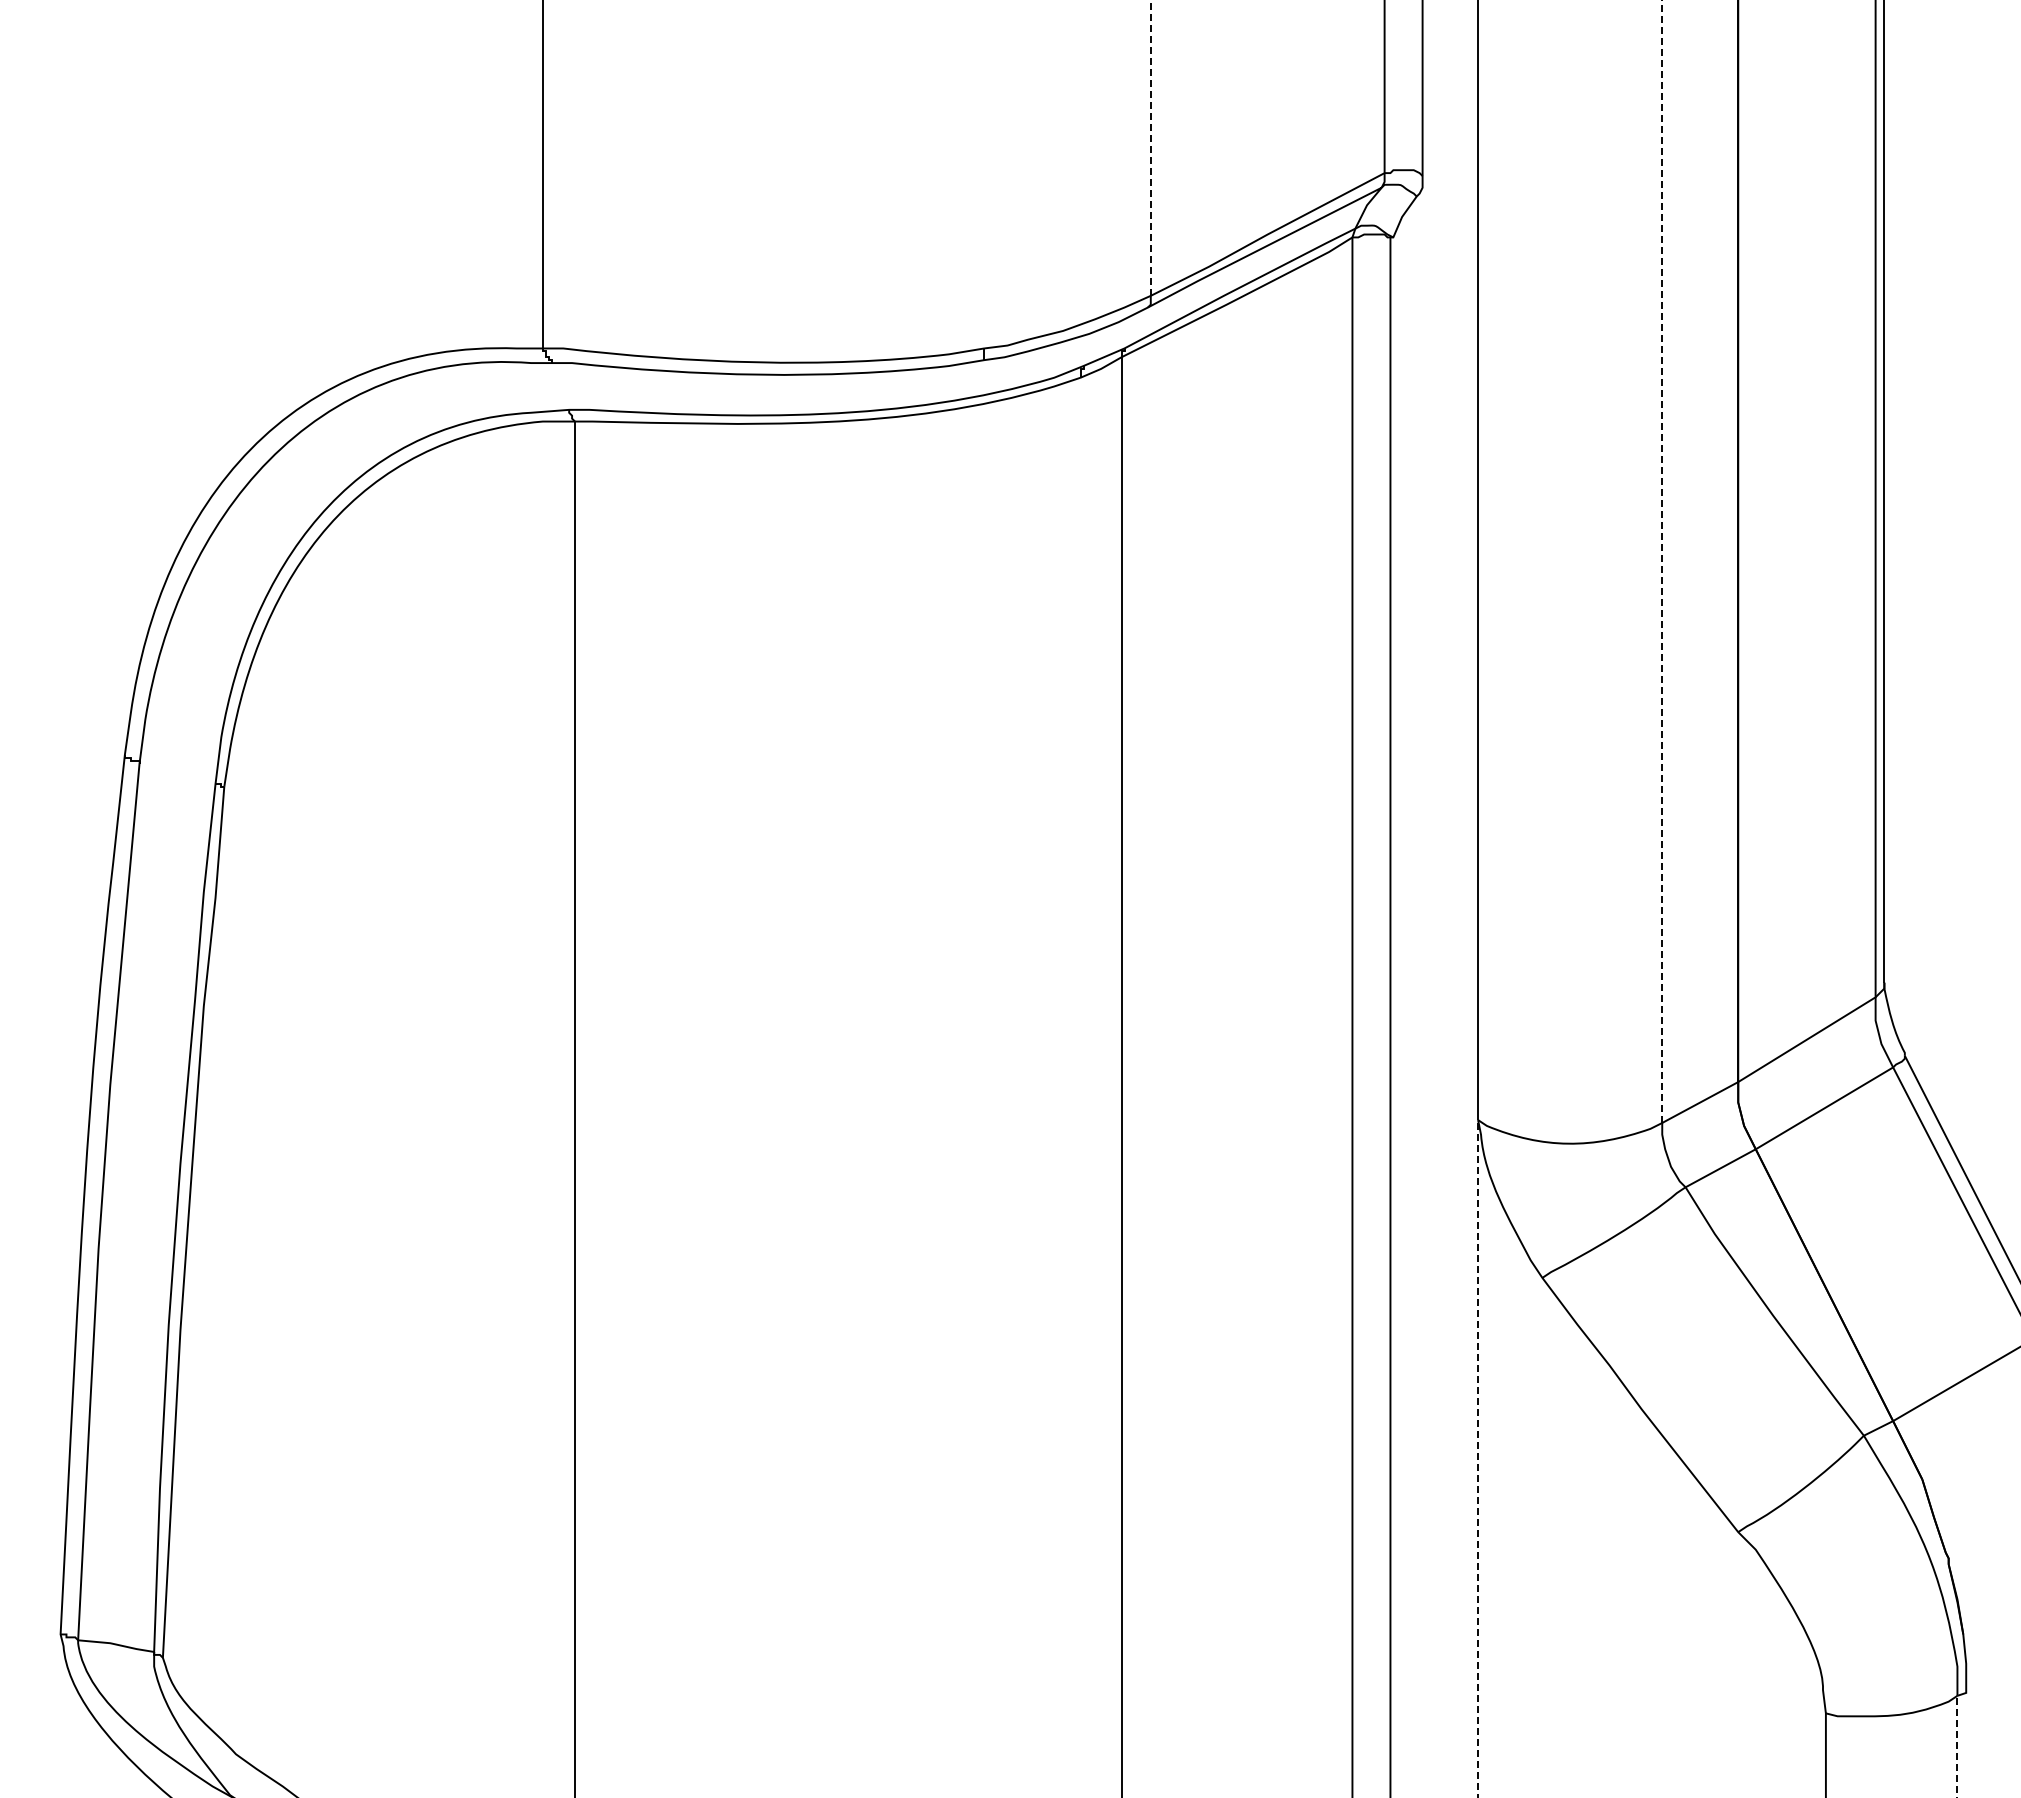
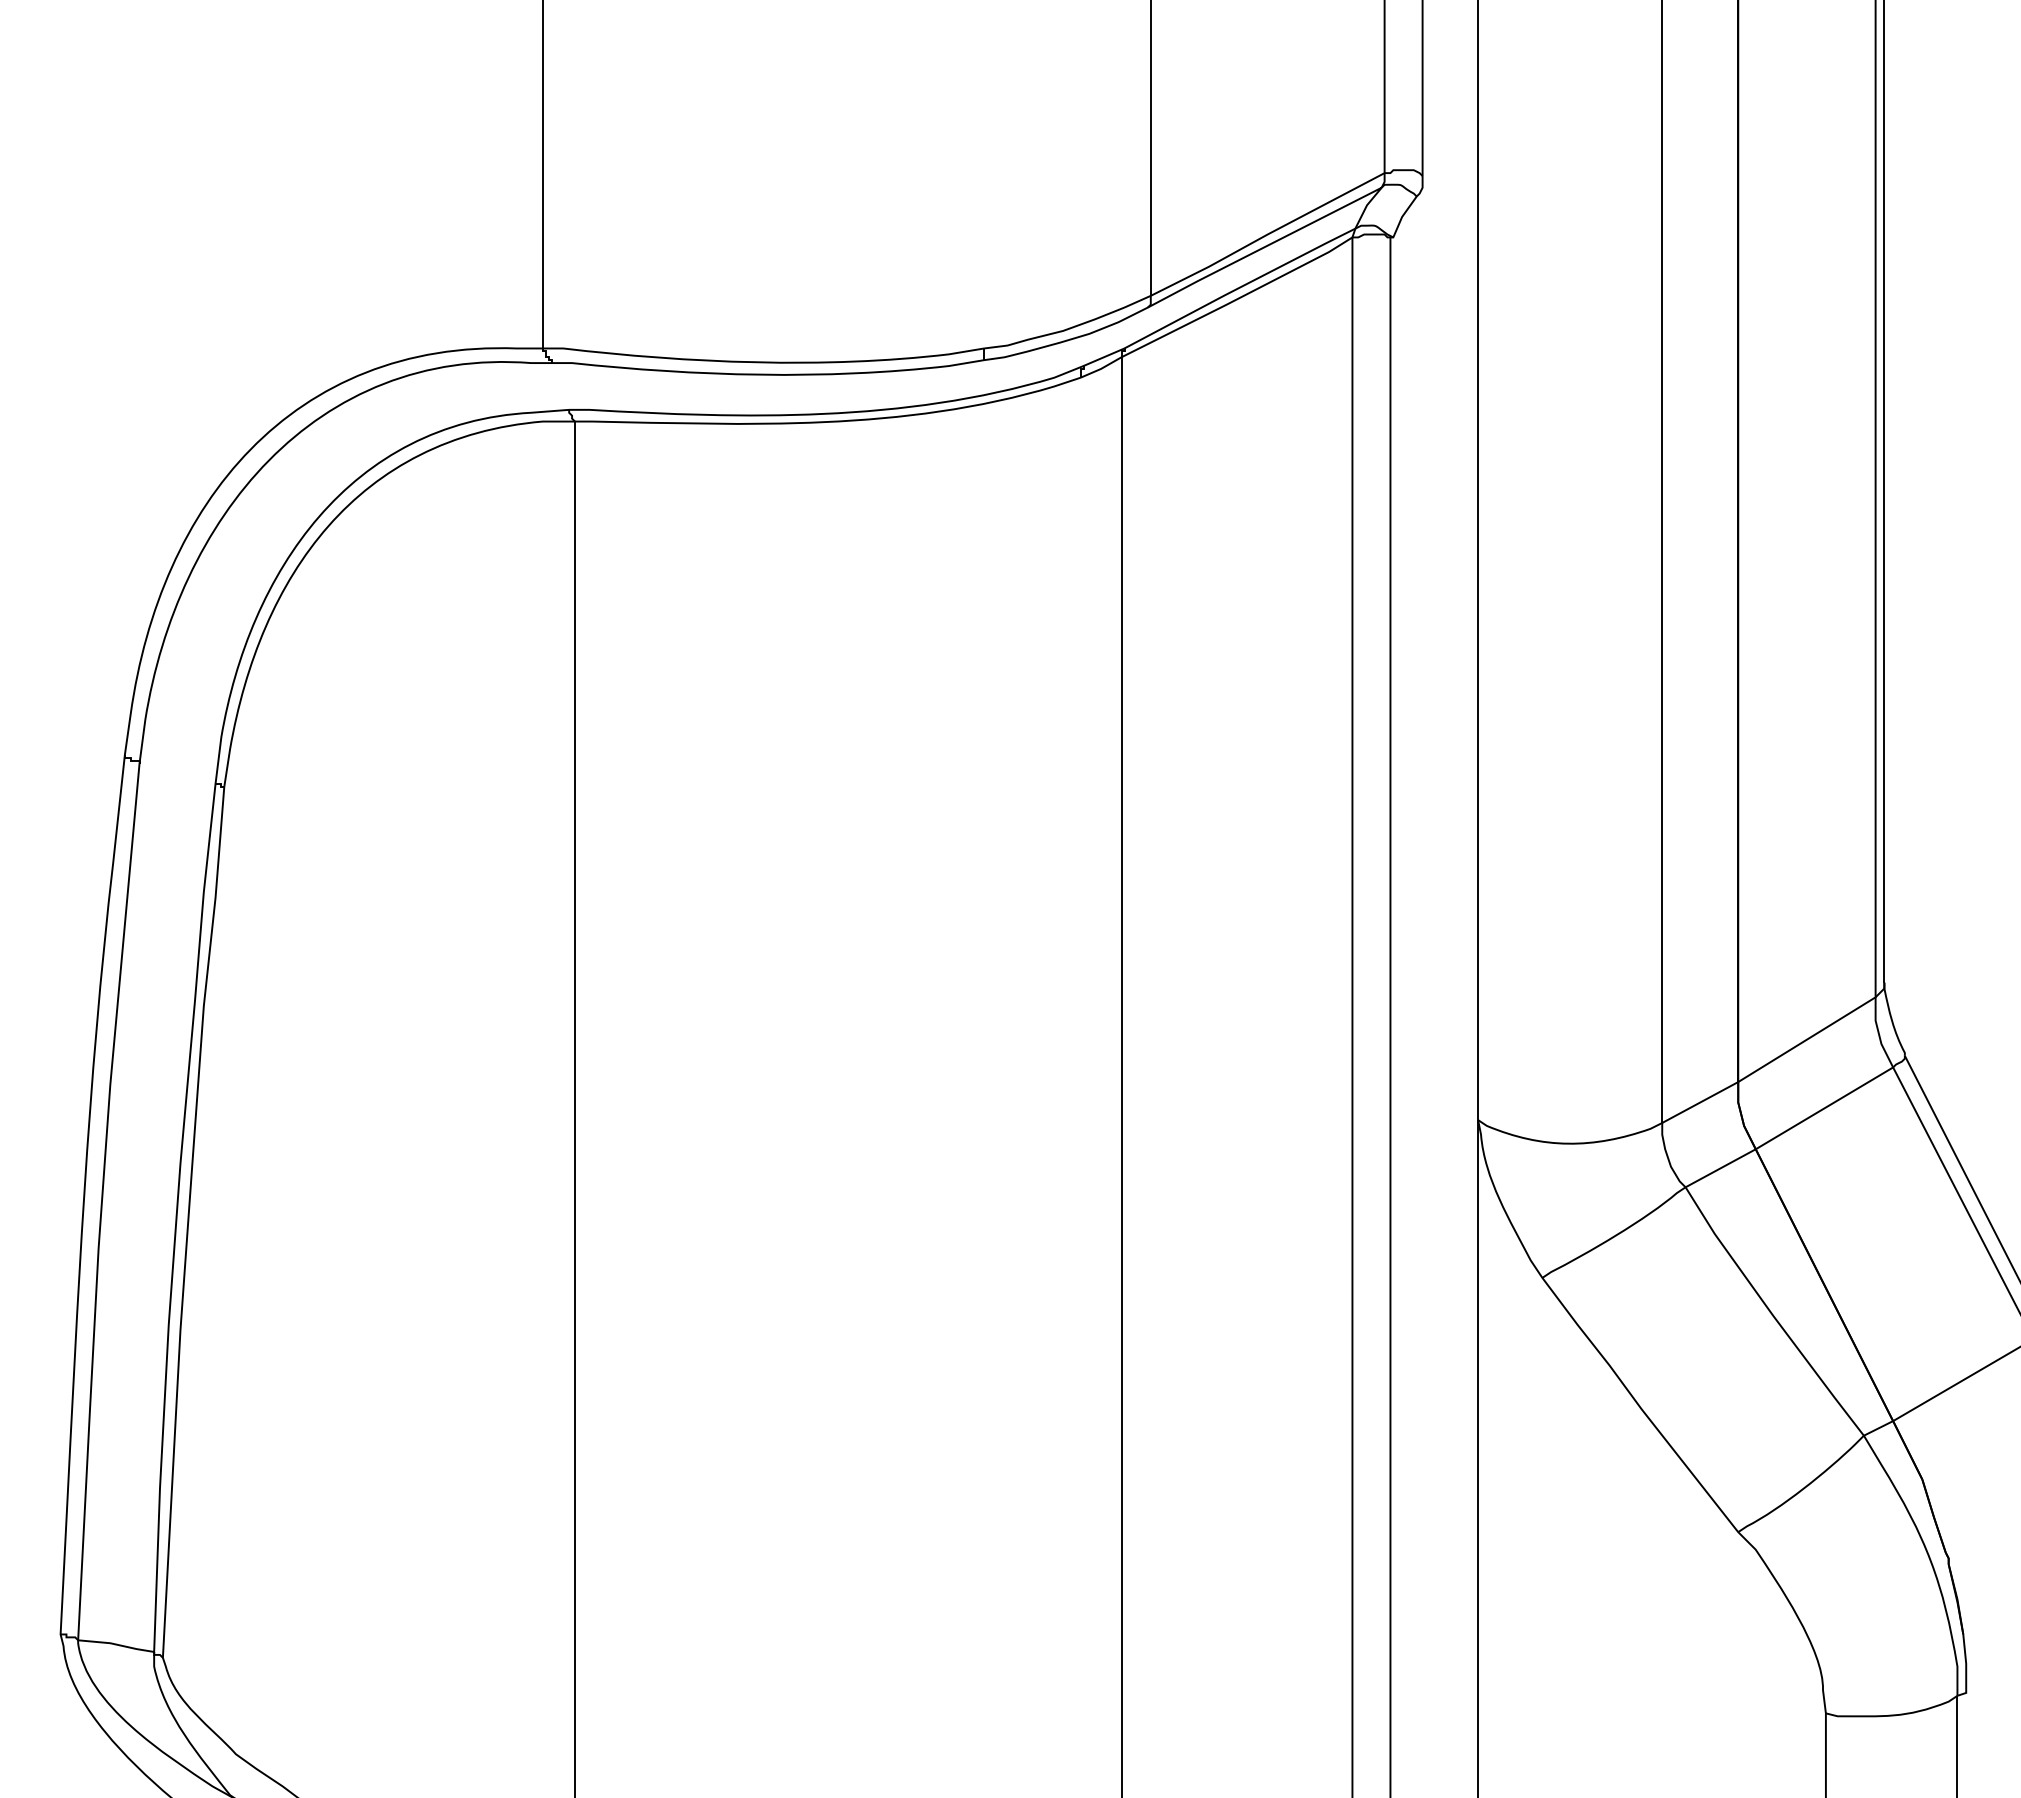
line at (1150, 148): dashed -> solid
line at (1662, 561): dashed -> solid
line at (1478, 1458): dashed -> solid
line at (1957, 1746): dashed -> solid
